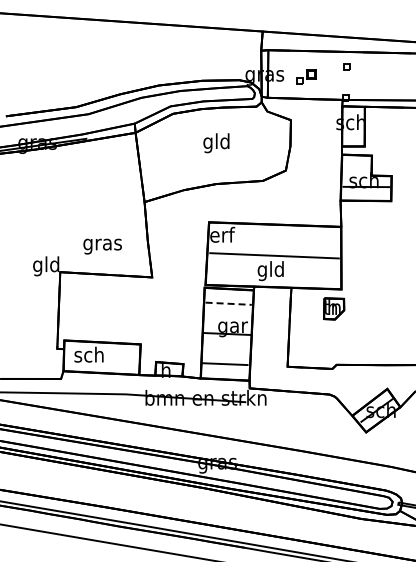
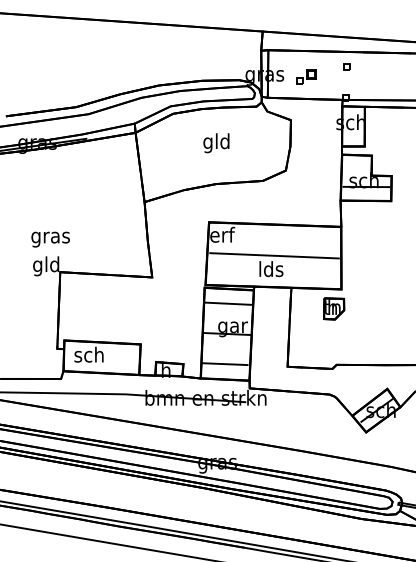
text at (102, 246) position: (102, 246) -> (50, 239)
text at (270, 271): gld -> lds
line at (229, 303): dashed -> solid
